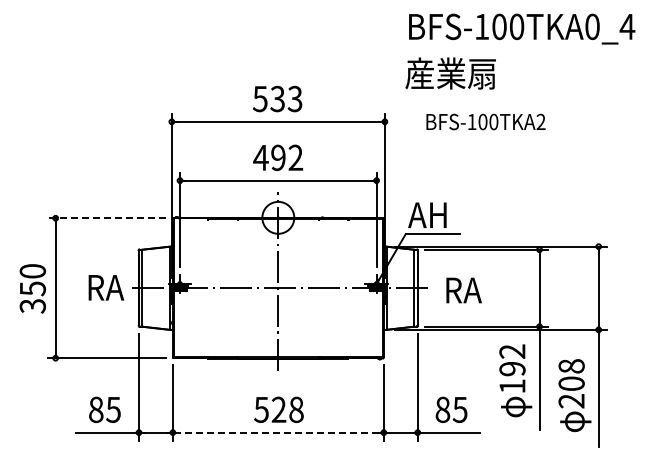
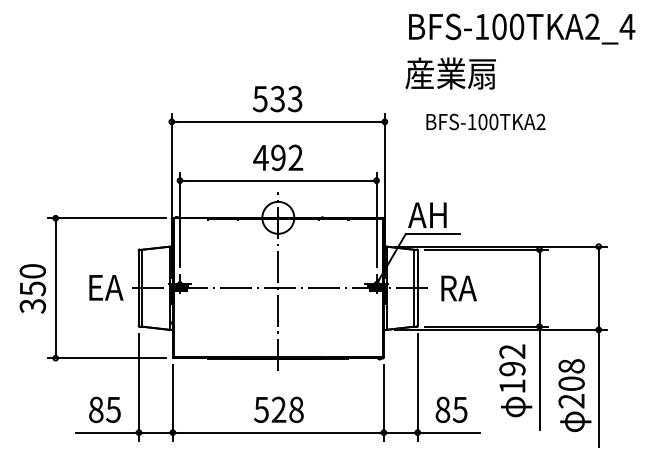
text at (592, 26): BFS-100TKA0_4 -> BFS-100TKA2_4
line at (106, 218): dashed -> solid
text at (106, 287): RA -> EA
text at (463, 290) position: (463, 290) -> (458, 288)
line at (278, 432): dashed -> solid
